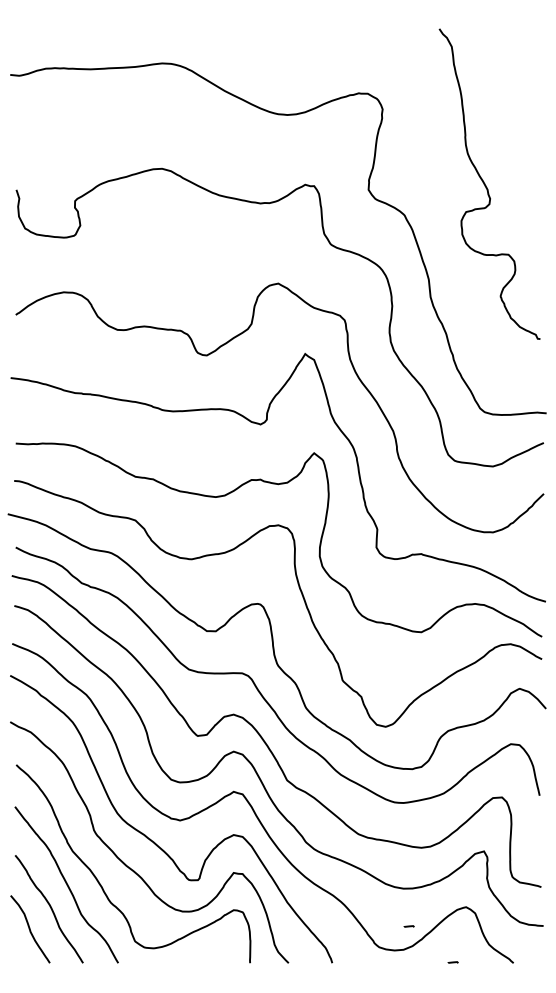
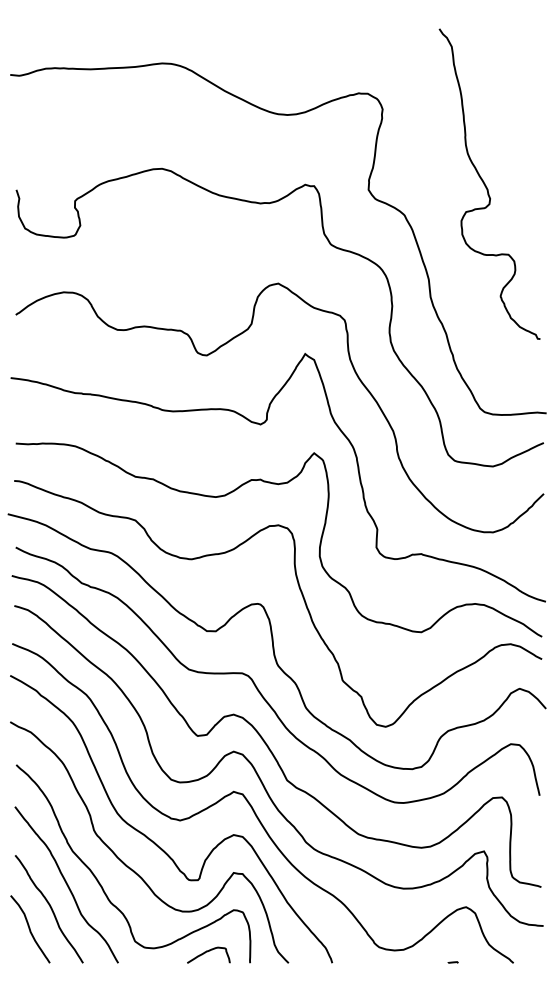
line at (408, 926): present -> none
curve at (207, 952): none -> present
